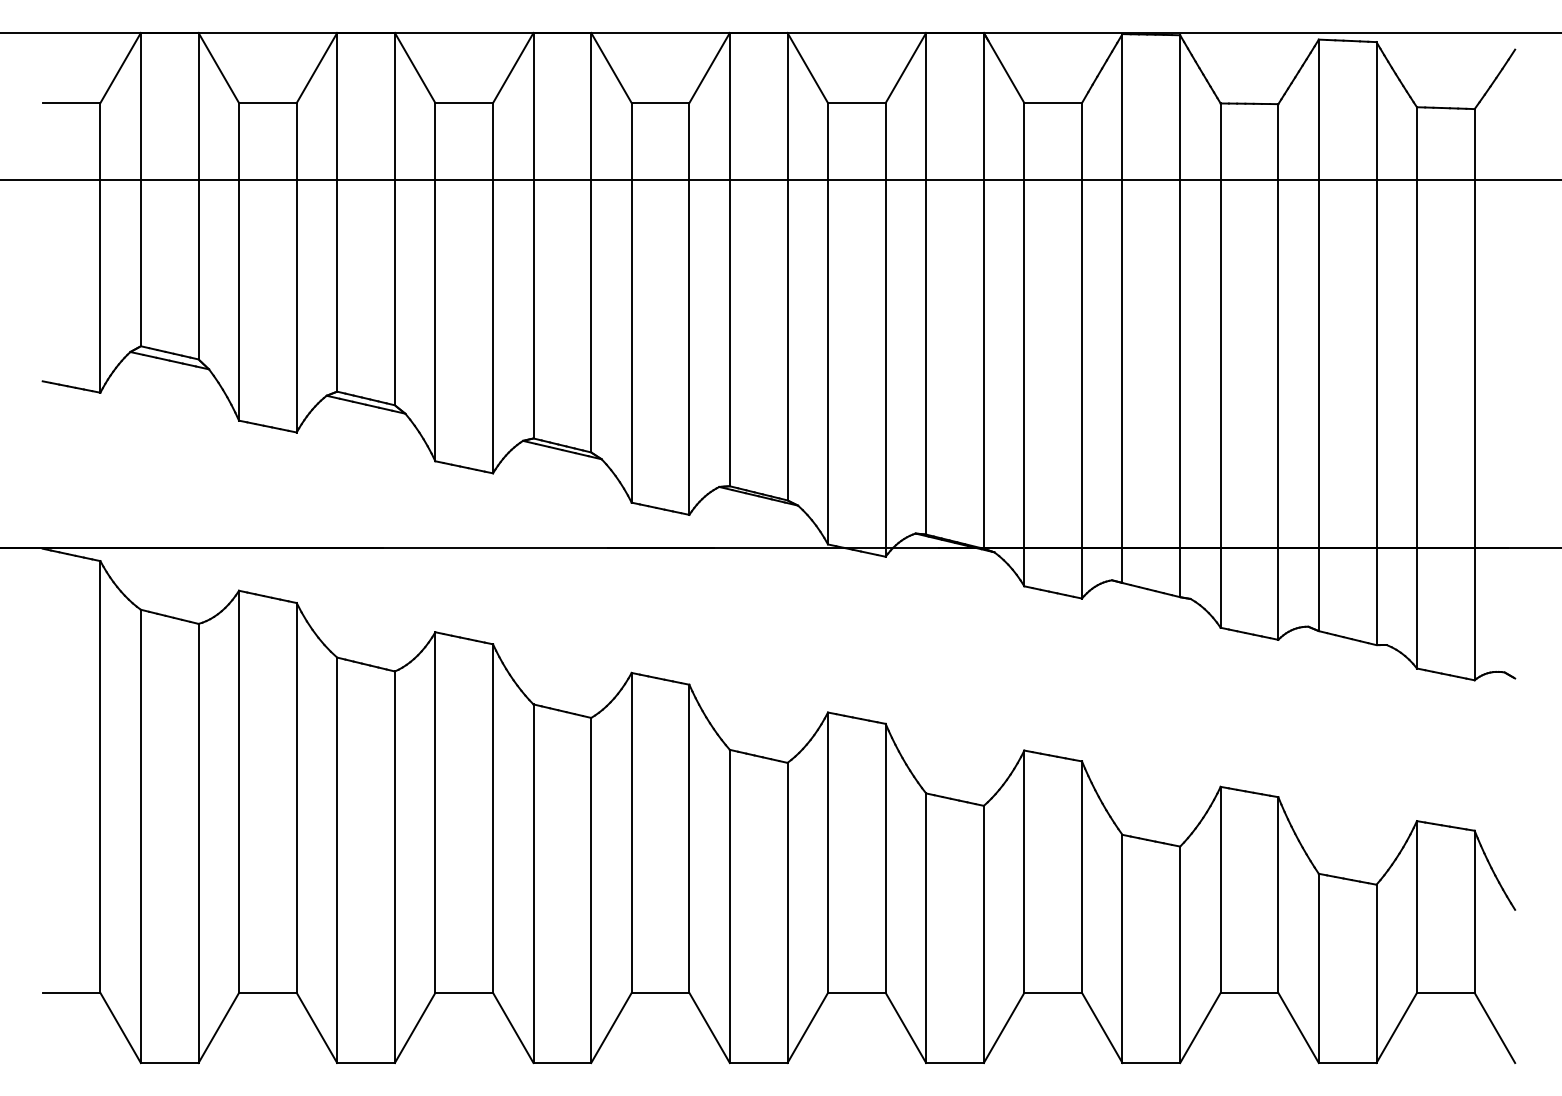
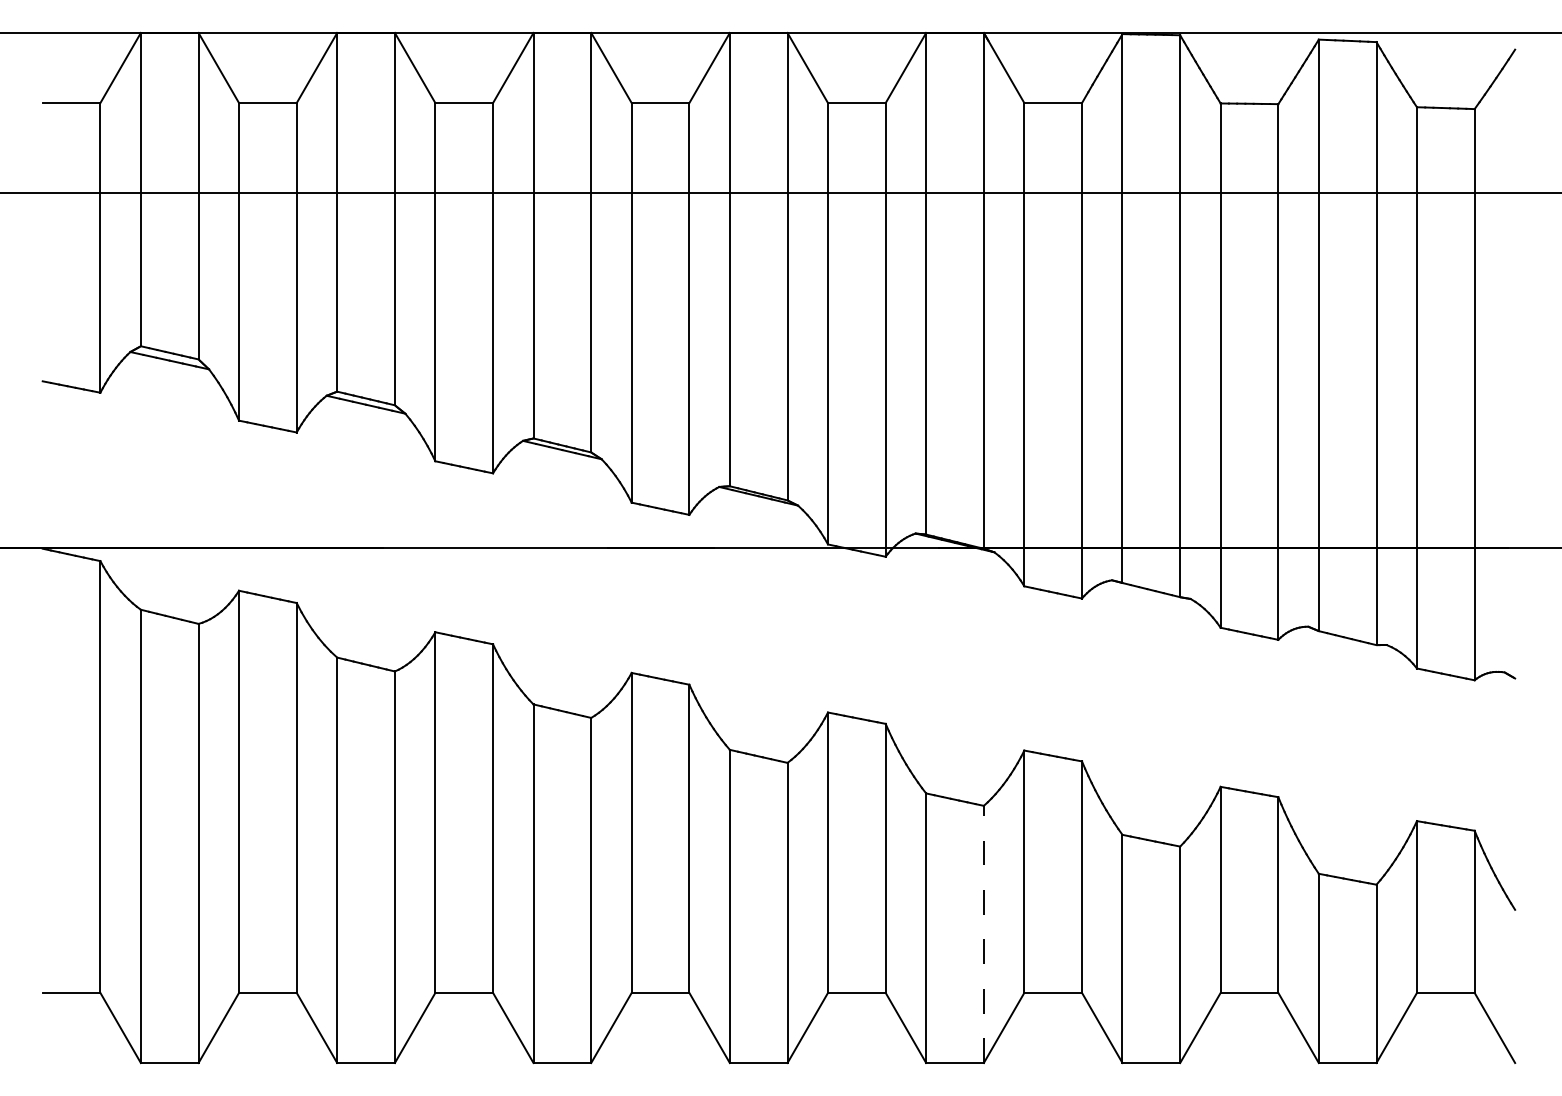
line at (780, 180) position: (780, 180) -> (780, 193)
line at (983, 934): solid -> dashed
